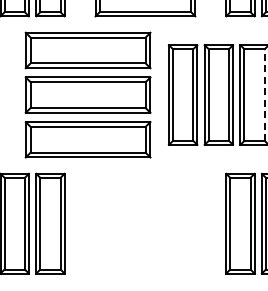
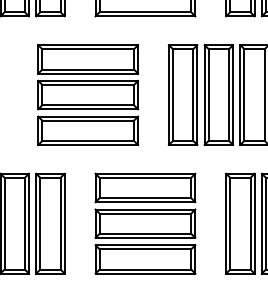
part at (87, 94) size: 128x128 px -> 103x102 px
line at (264, 95): dashed -> solid
part at (145, 223): none -> present
